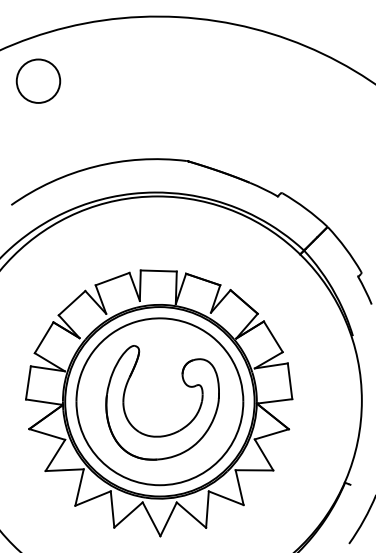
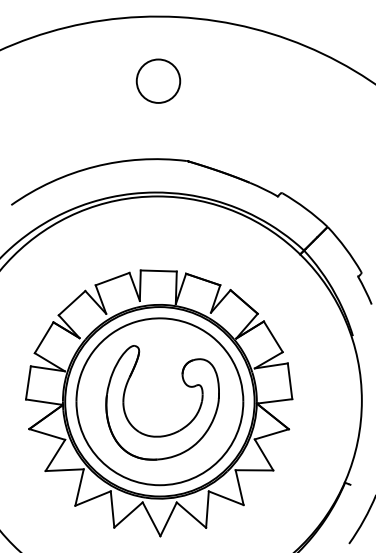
circle at (38, 80) position: (38, 80) -> (158, 80)
